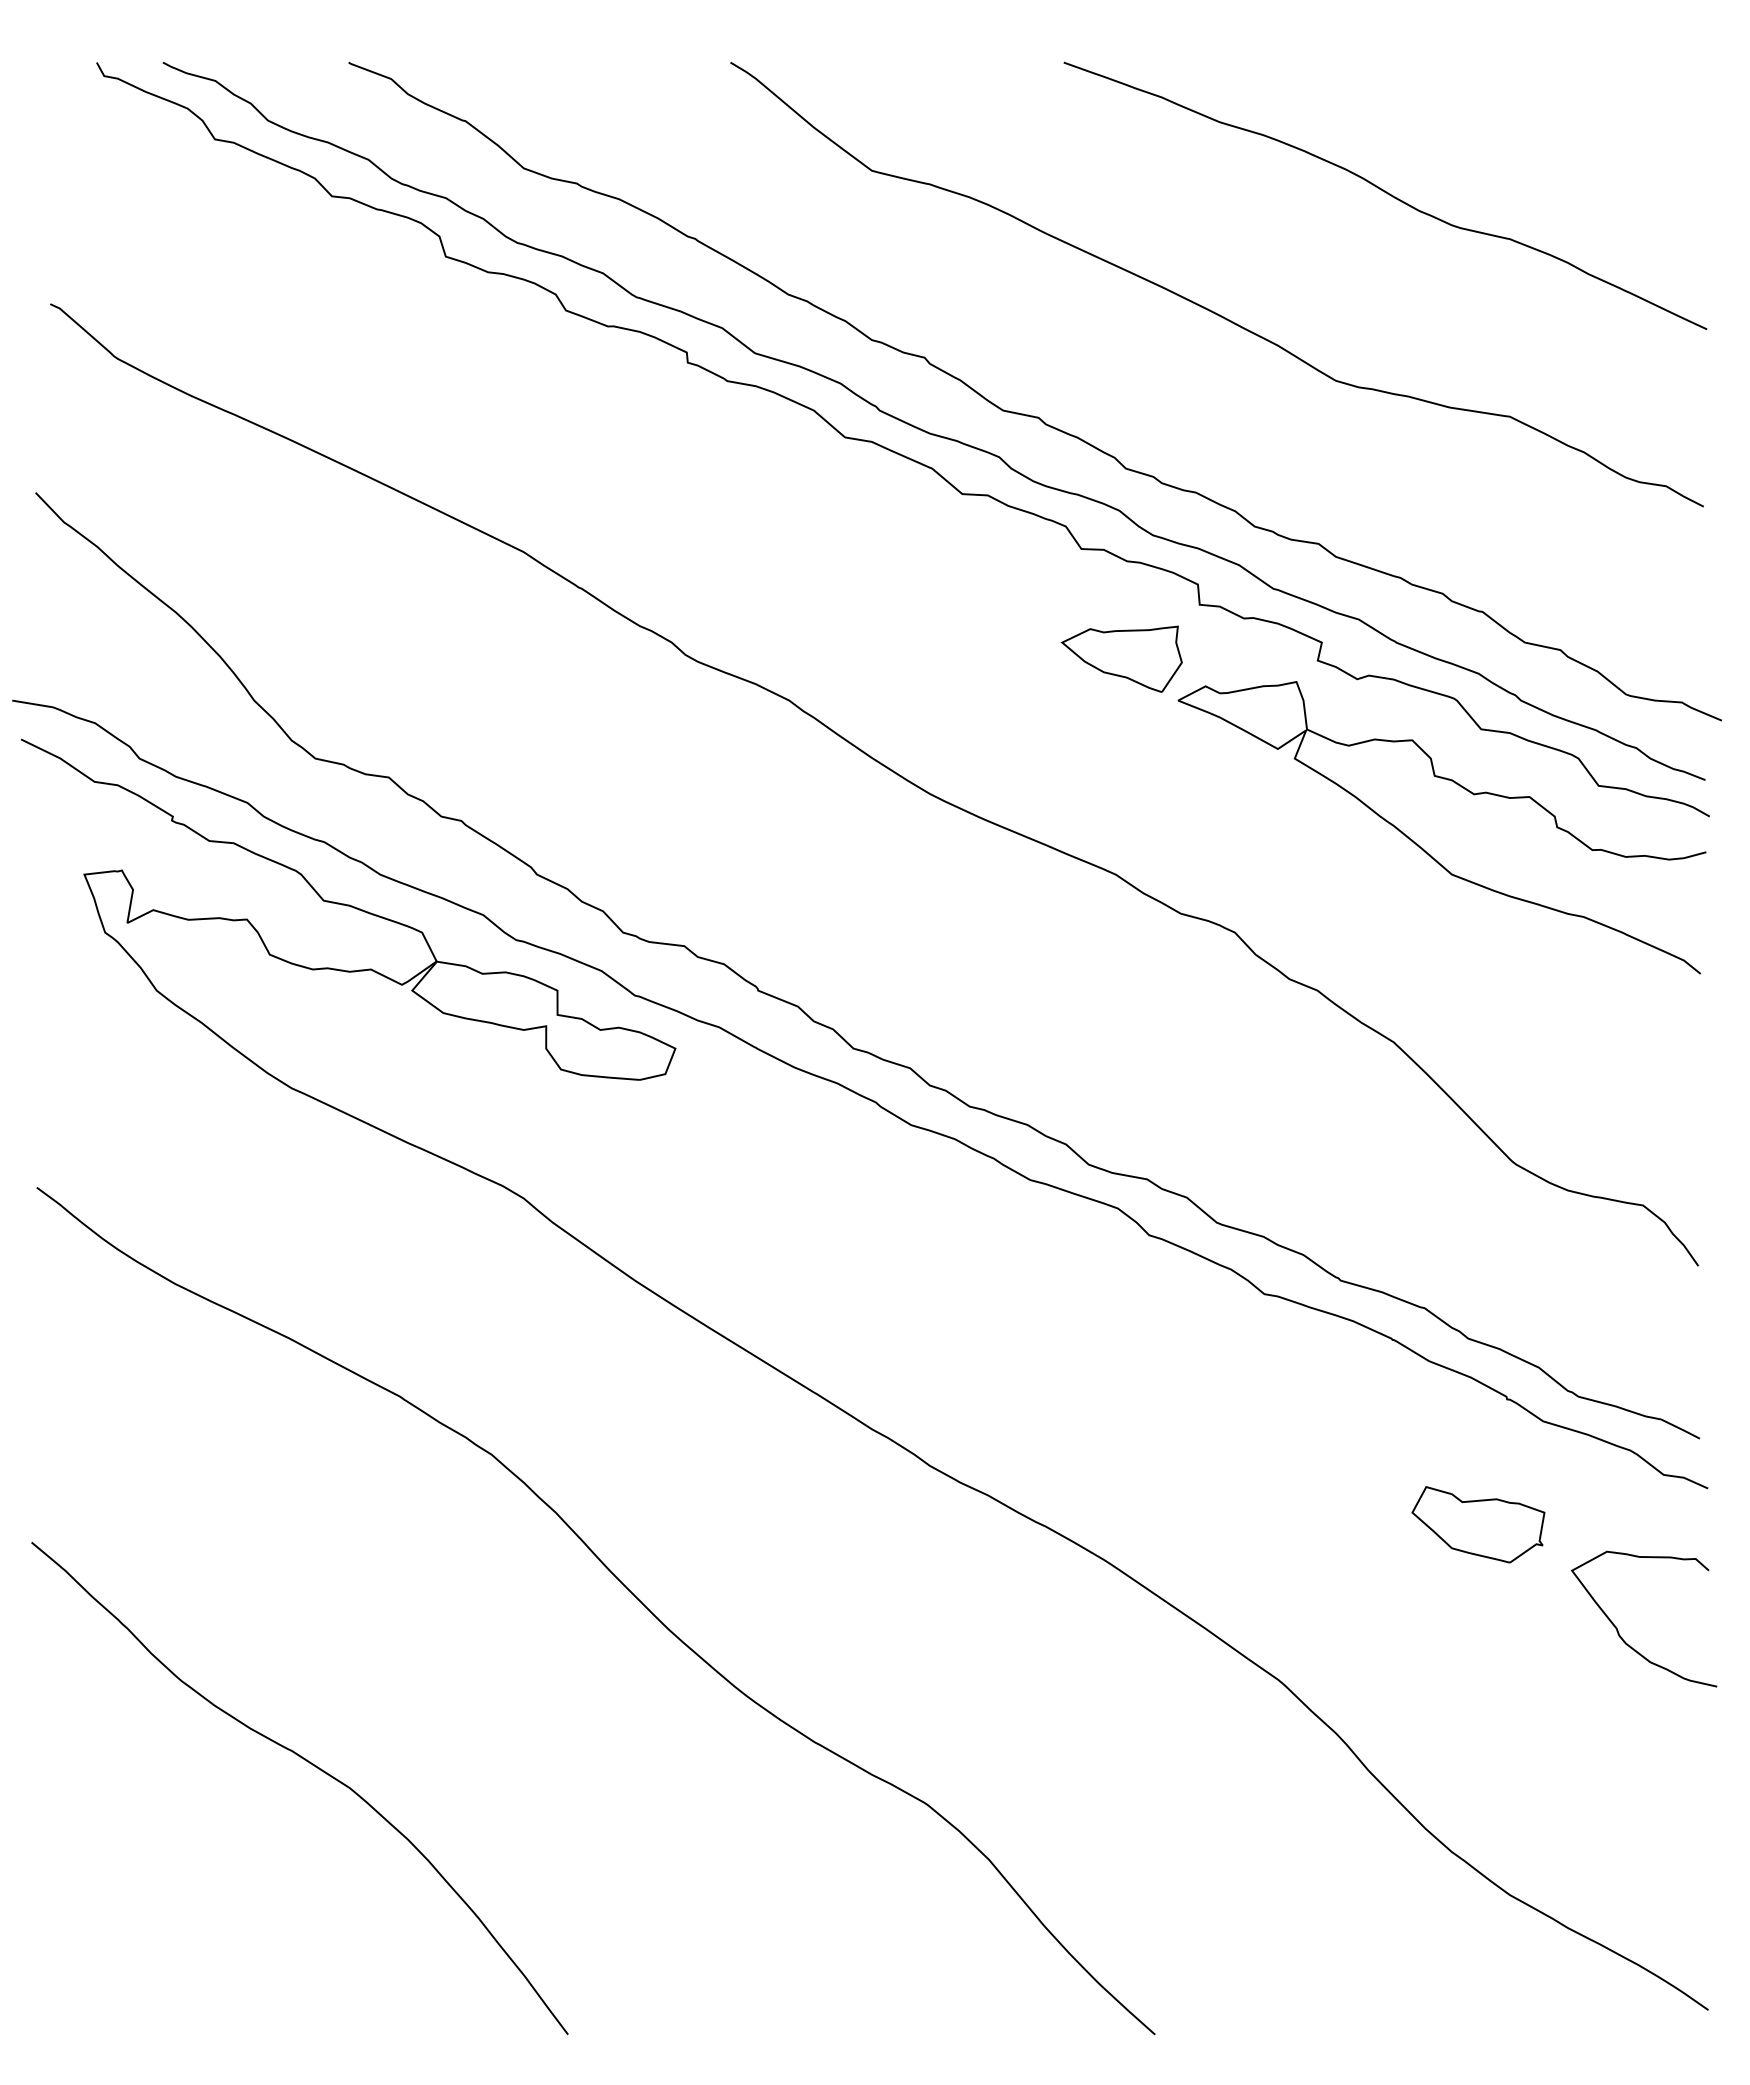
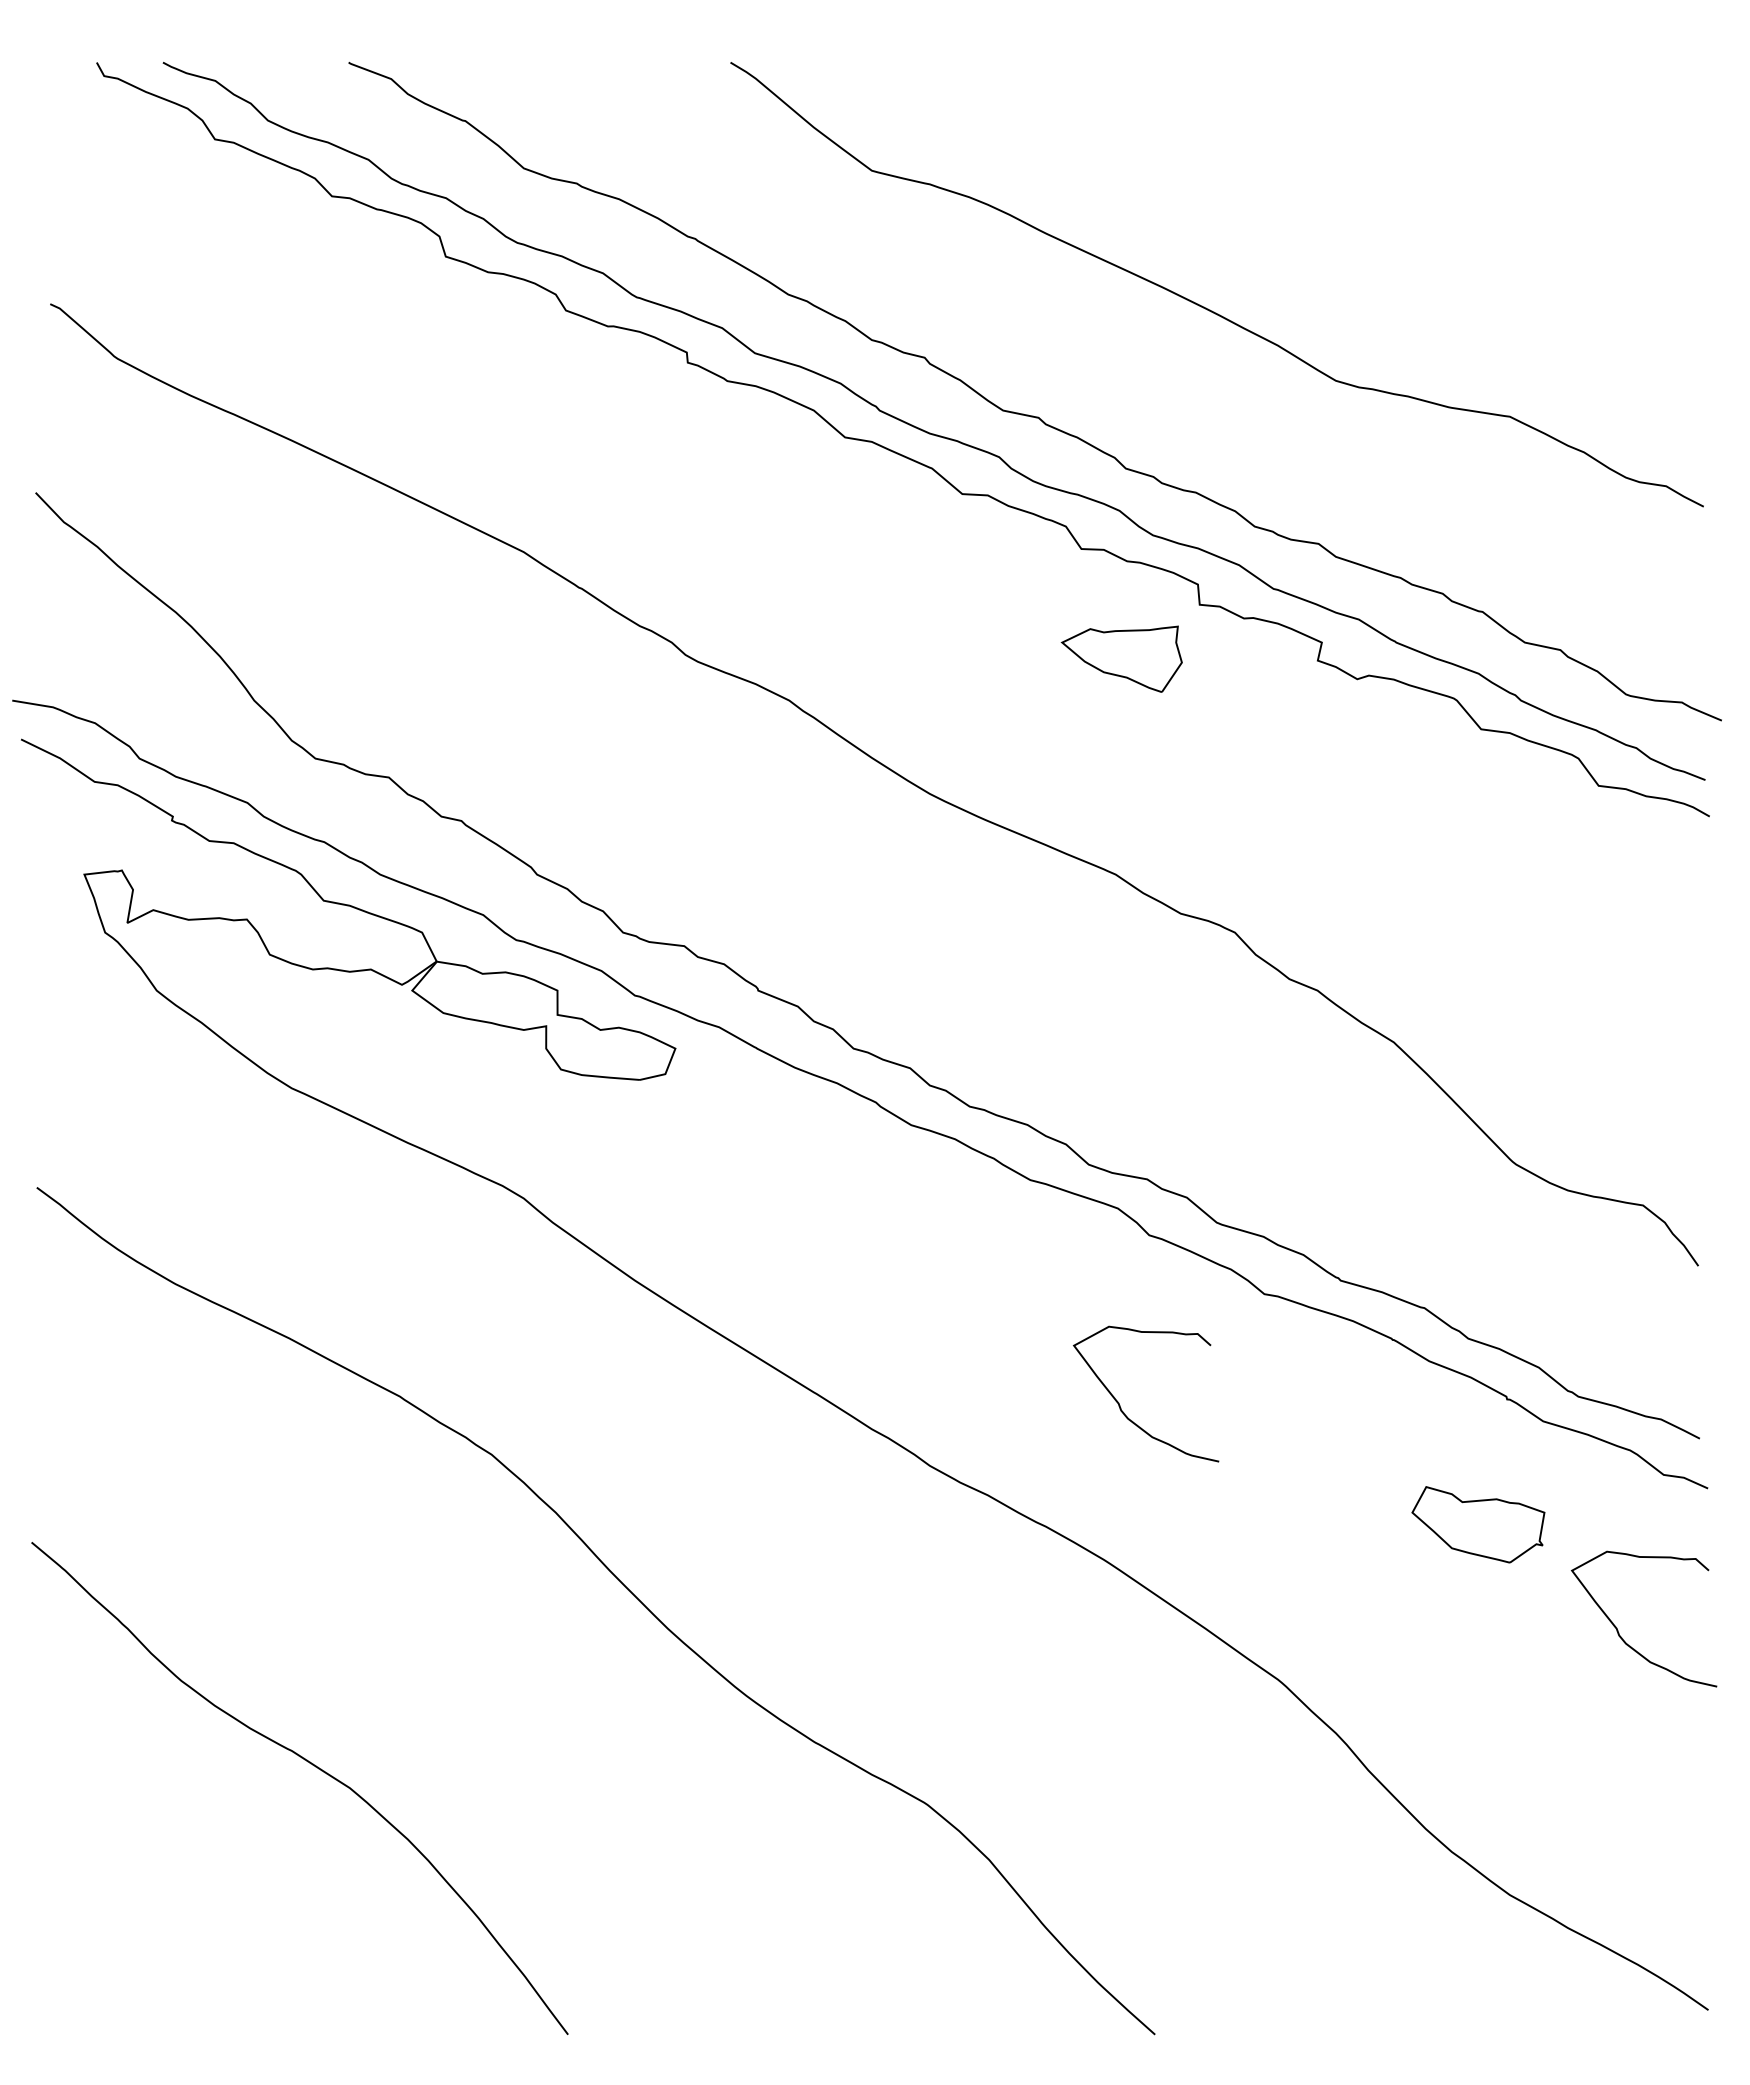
curve at (1386, 193): present -> none
curve at (1422, 847): present -> none
curve at (1120, 1405): none -> present
